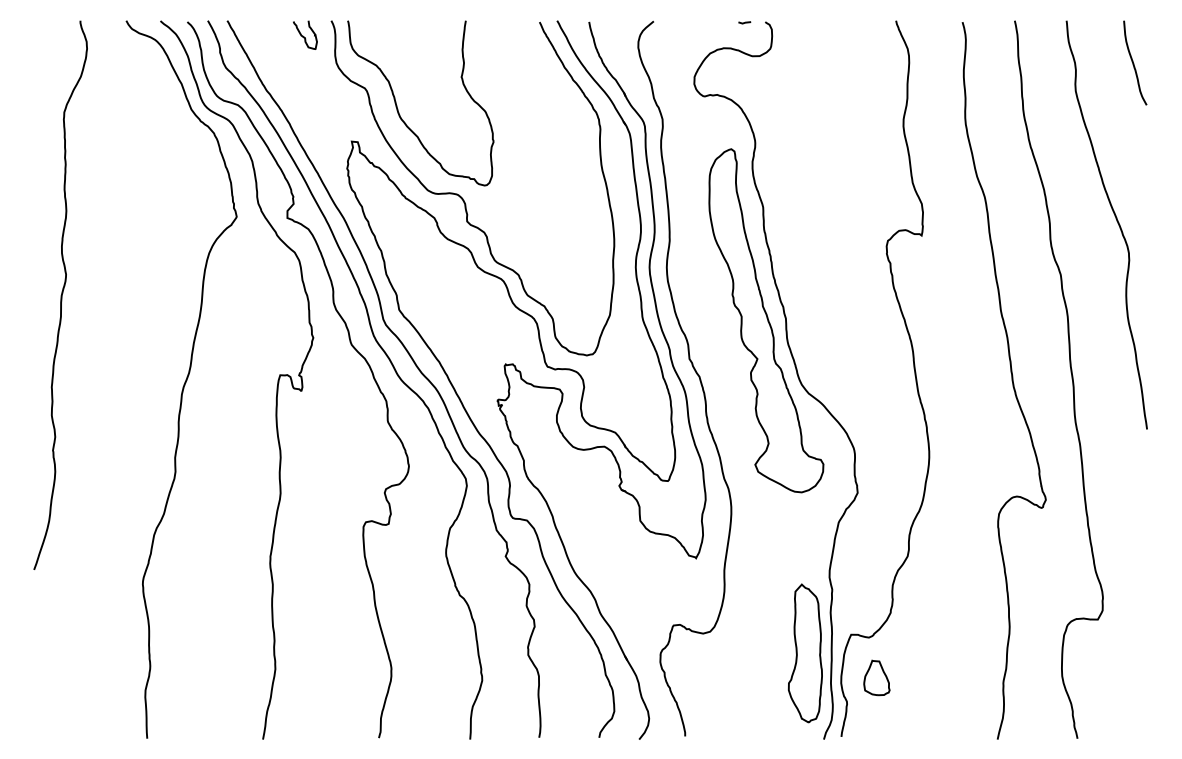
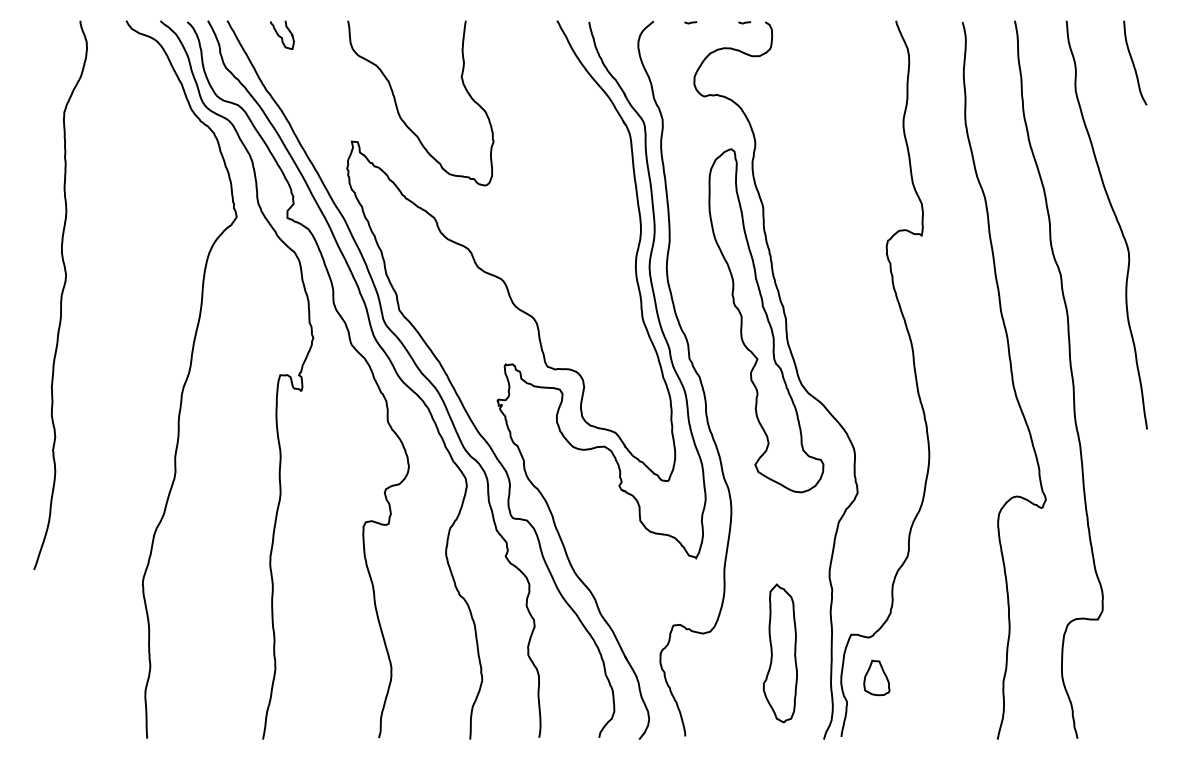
line at (690, 22): none -> present
curve at (303, 35) position: (303, 35) -> (280, 35)
curve at (462, 197): present -> none
part at (804, 653) position: (804, 653) -> (779, 653)
